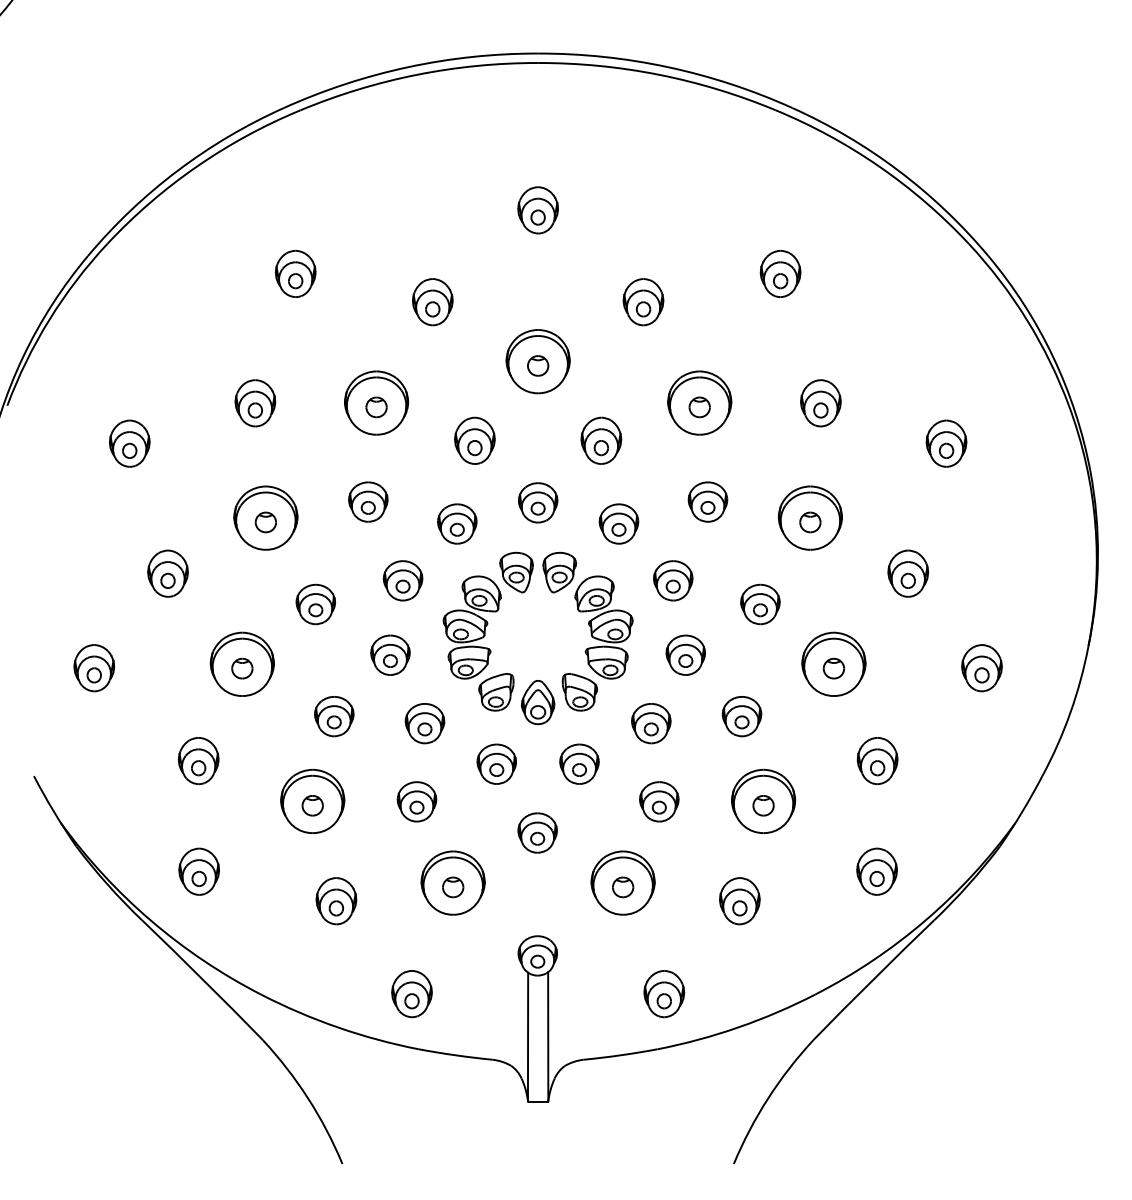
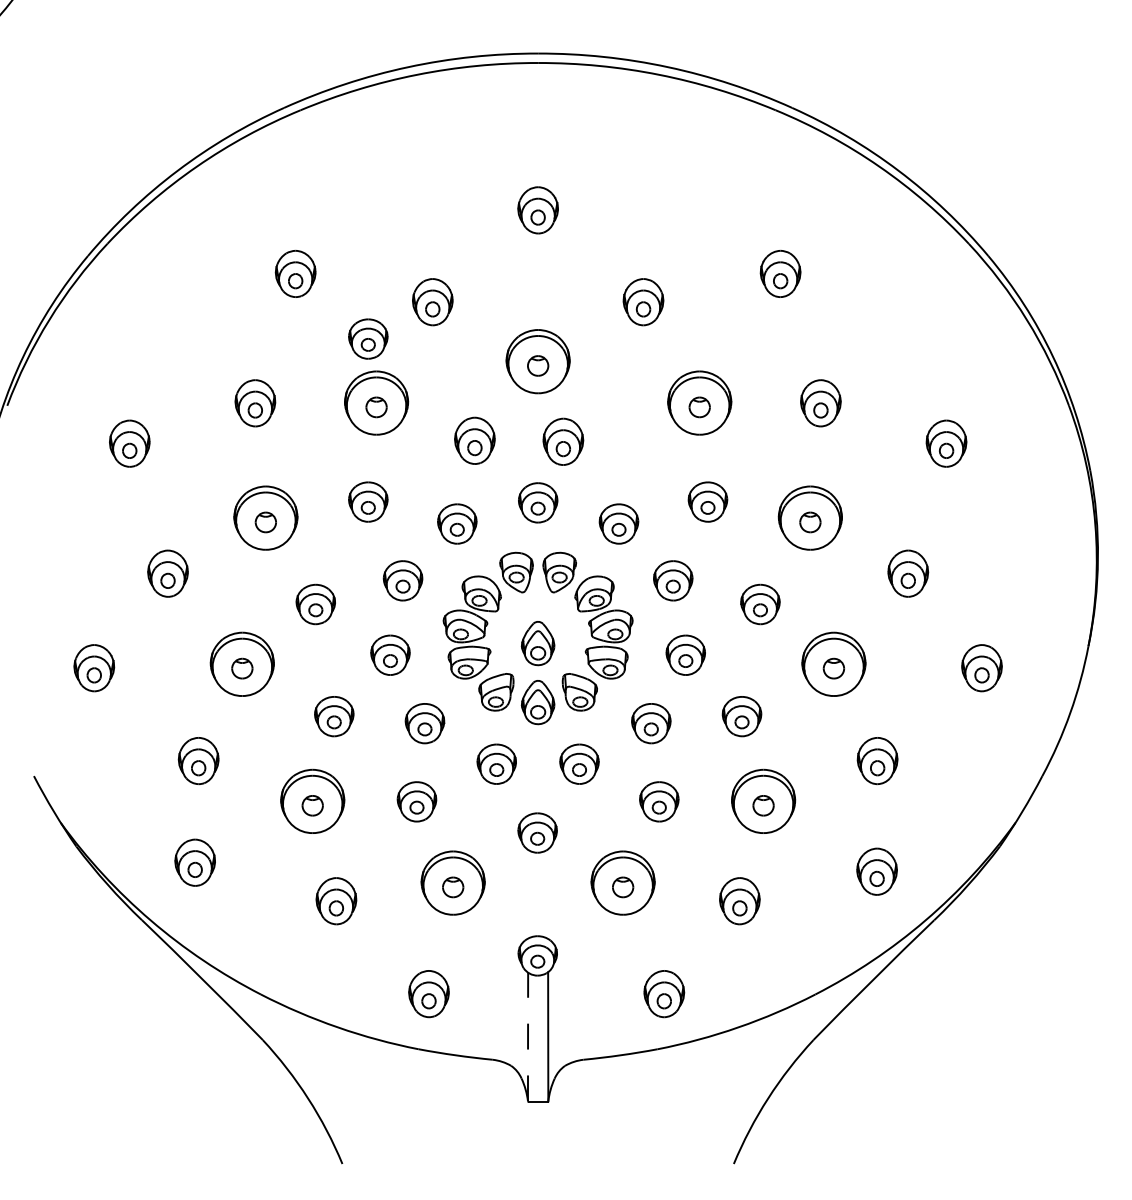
part at (368, 338): none -> present
part at (601, 440) position: (601, 440) -> (563, 441)
part at (537, 643): none -> present
part at (198, 871) position: (198, 871) -> (194, 862)
part at (411, 994) position: (411, 994) -> (428, 994)
line at (528, 1036): solid -> dashed
